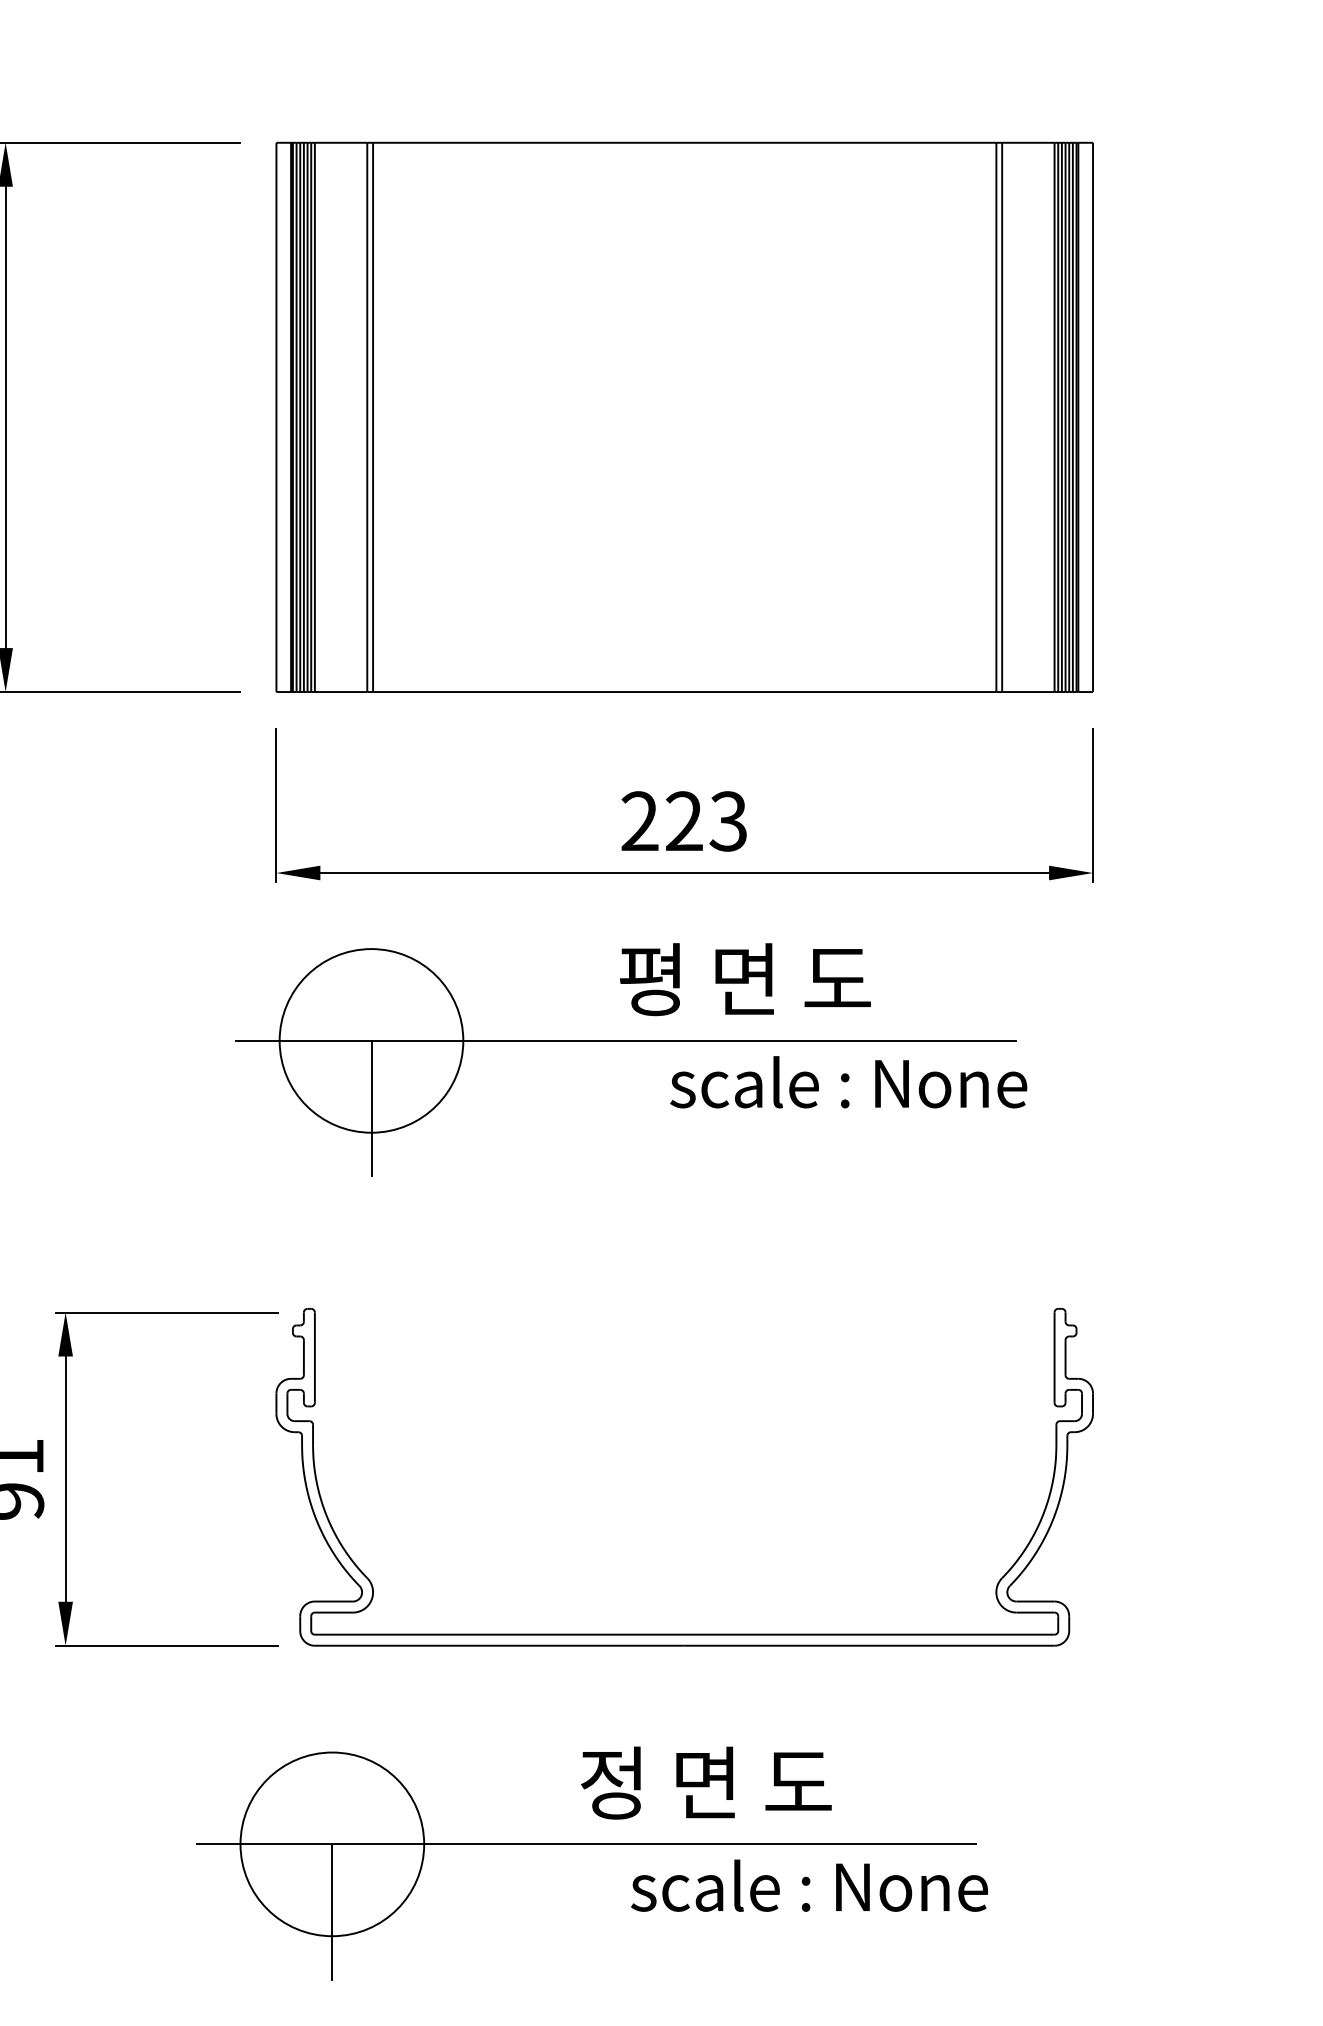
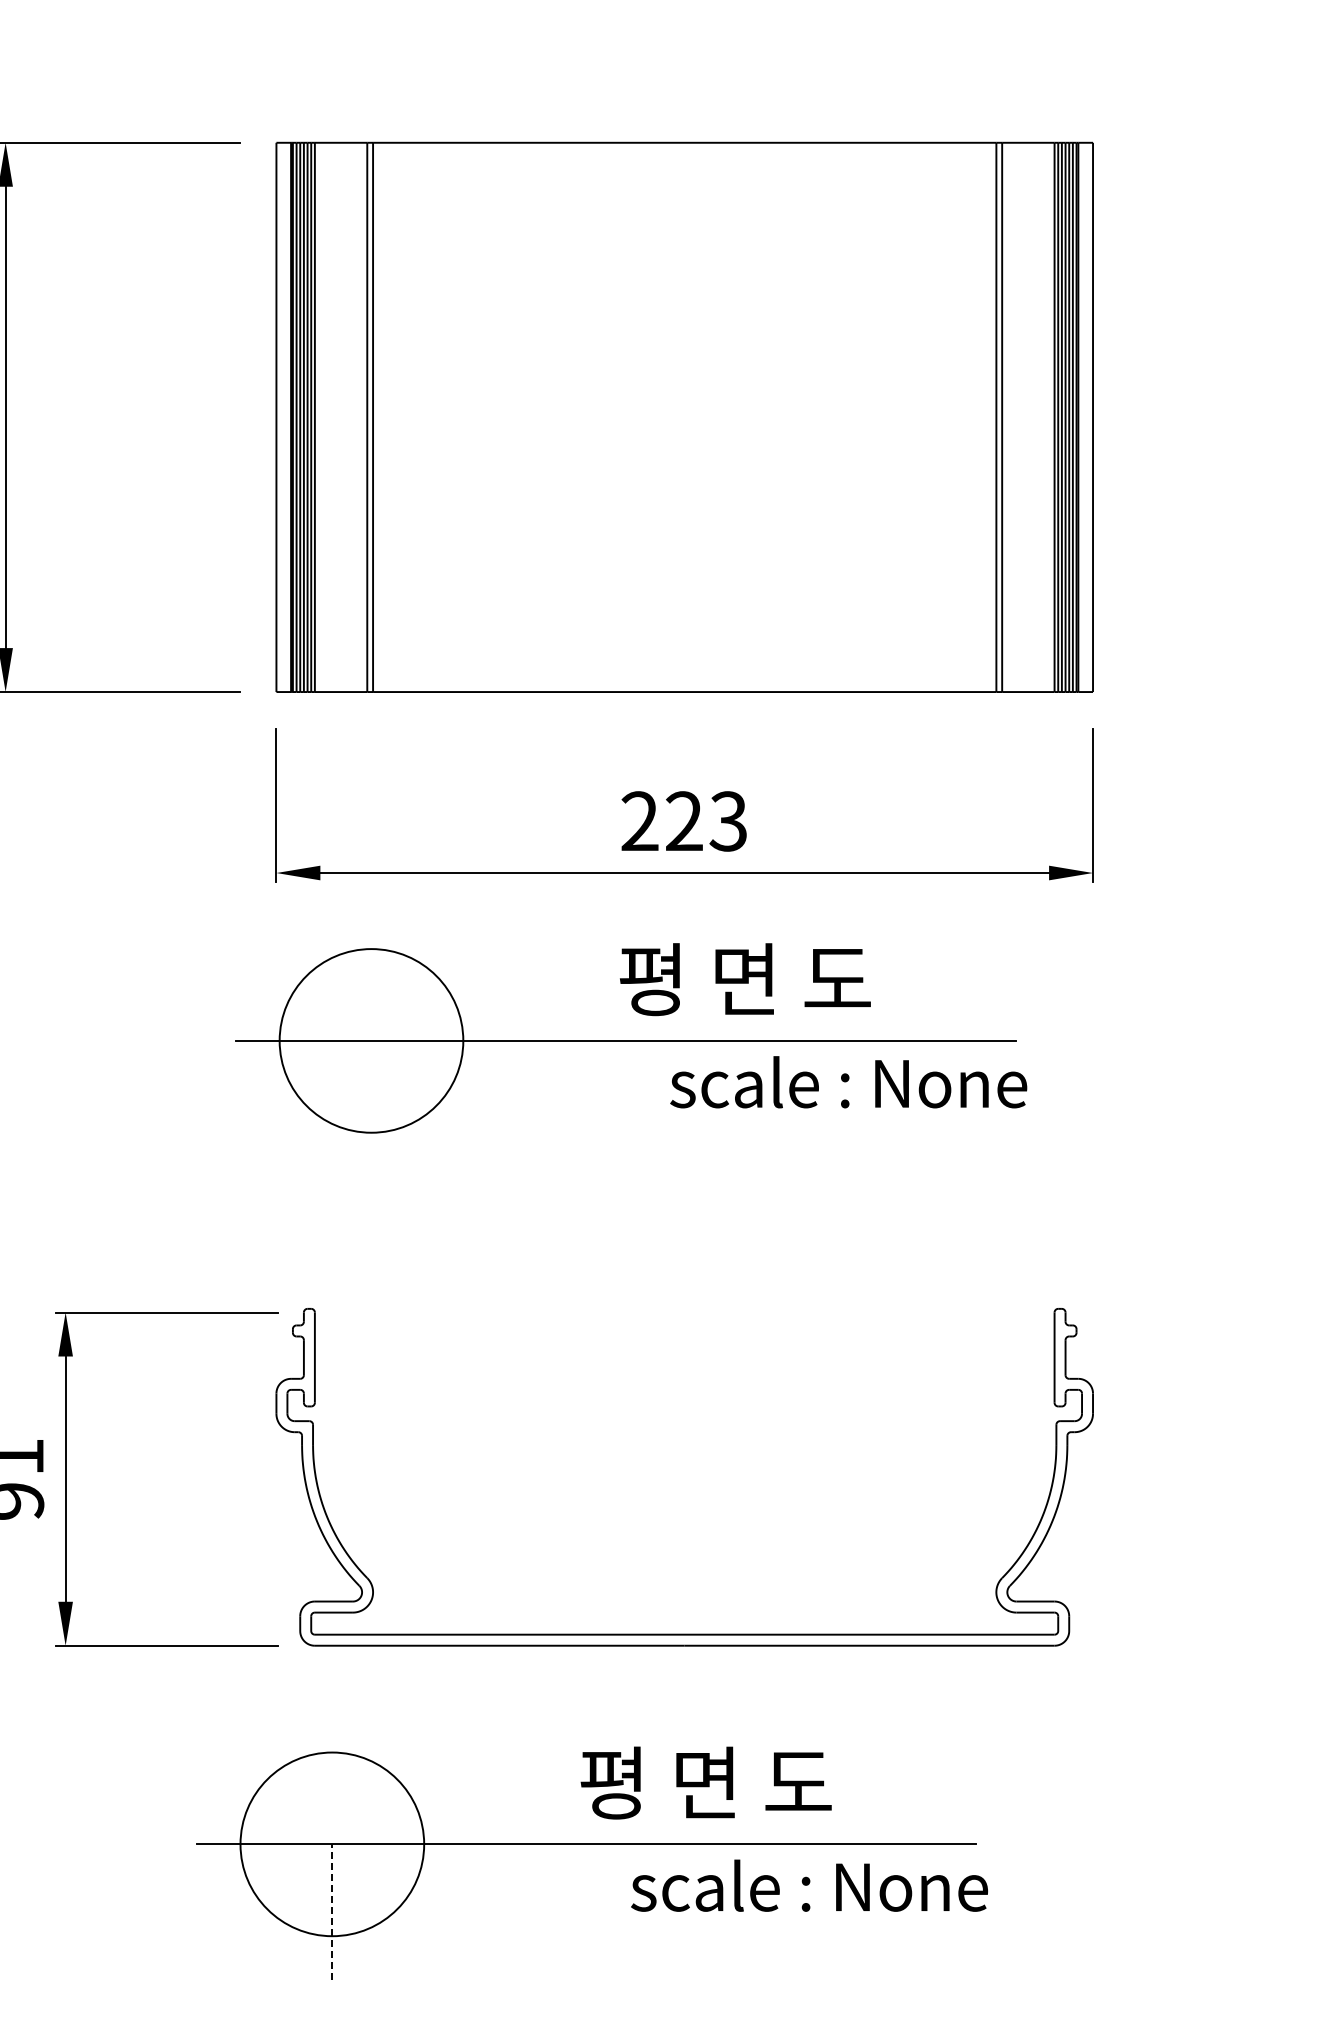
line at (371, 1108): present -> none
text at (610, 1782): 정 면 도 -> 평 면 도
line at (332, 1912): solid -> dashed
